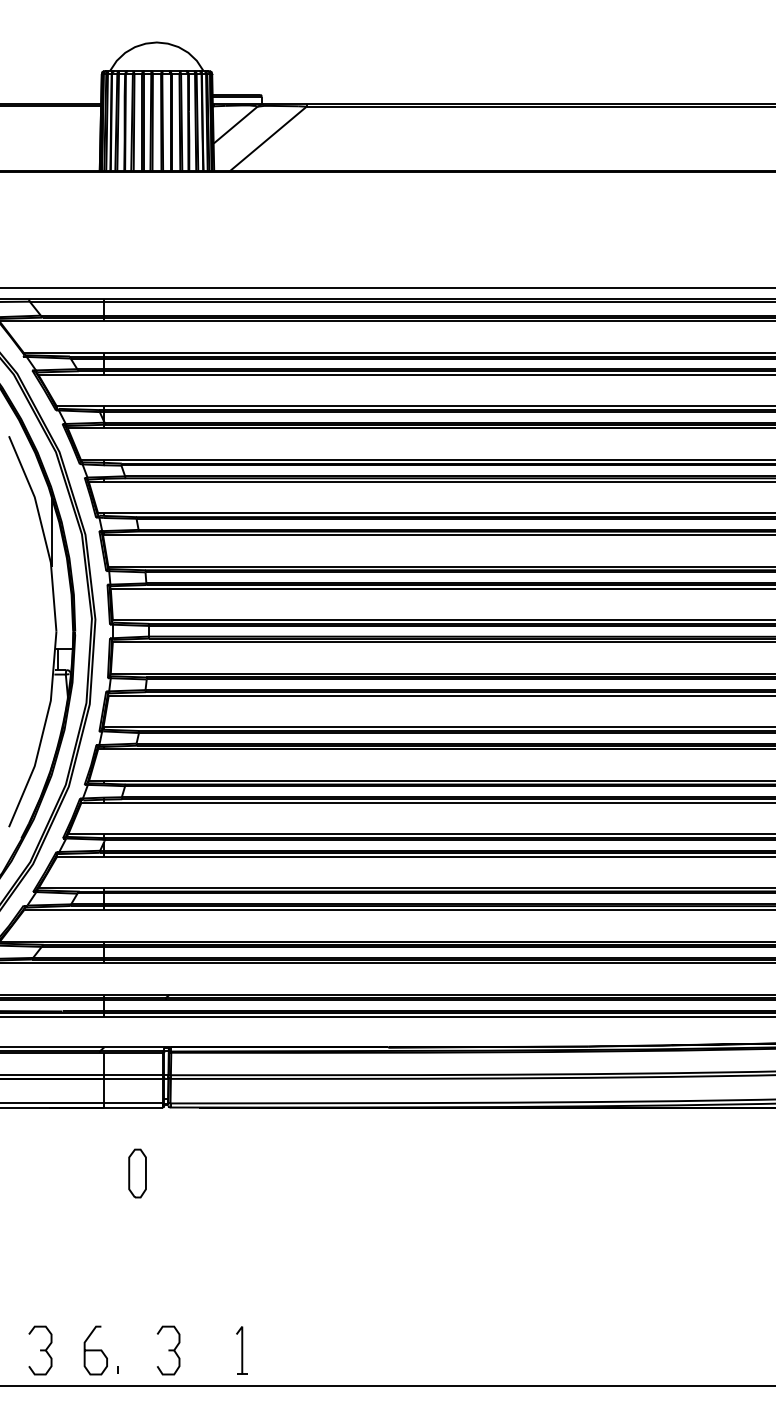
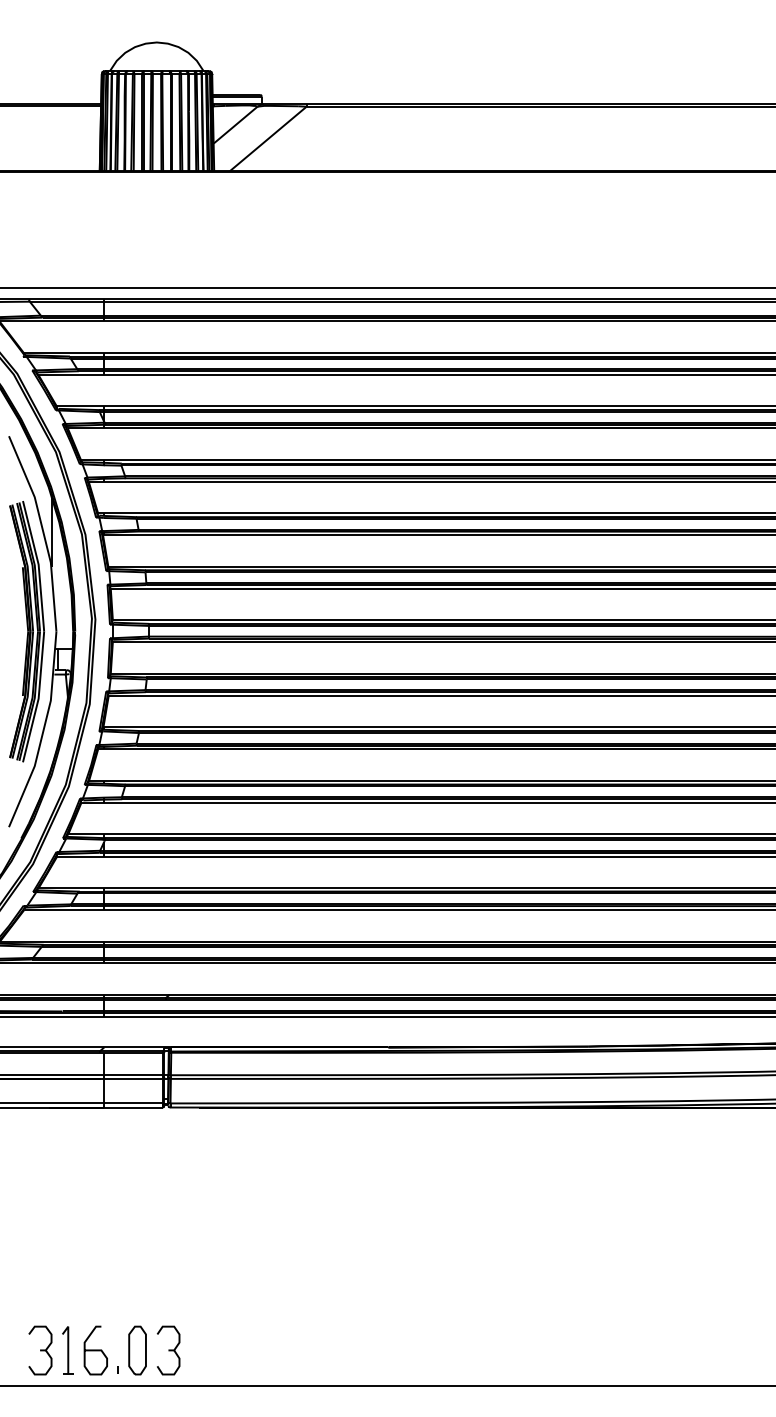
part at (26, 631): none -> present
part at (137, 1173) position: (137, 1173) -> (137, 1350)
part at (241, 1350) position: (241, 1350) -> (67, 1350)
